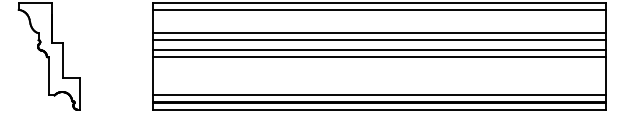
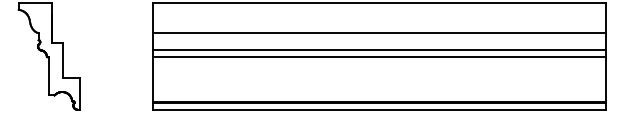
line at (379, 9): present -> none
line at (379, 40): present -> none
line at (379, 95): present -> none
